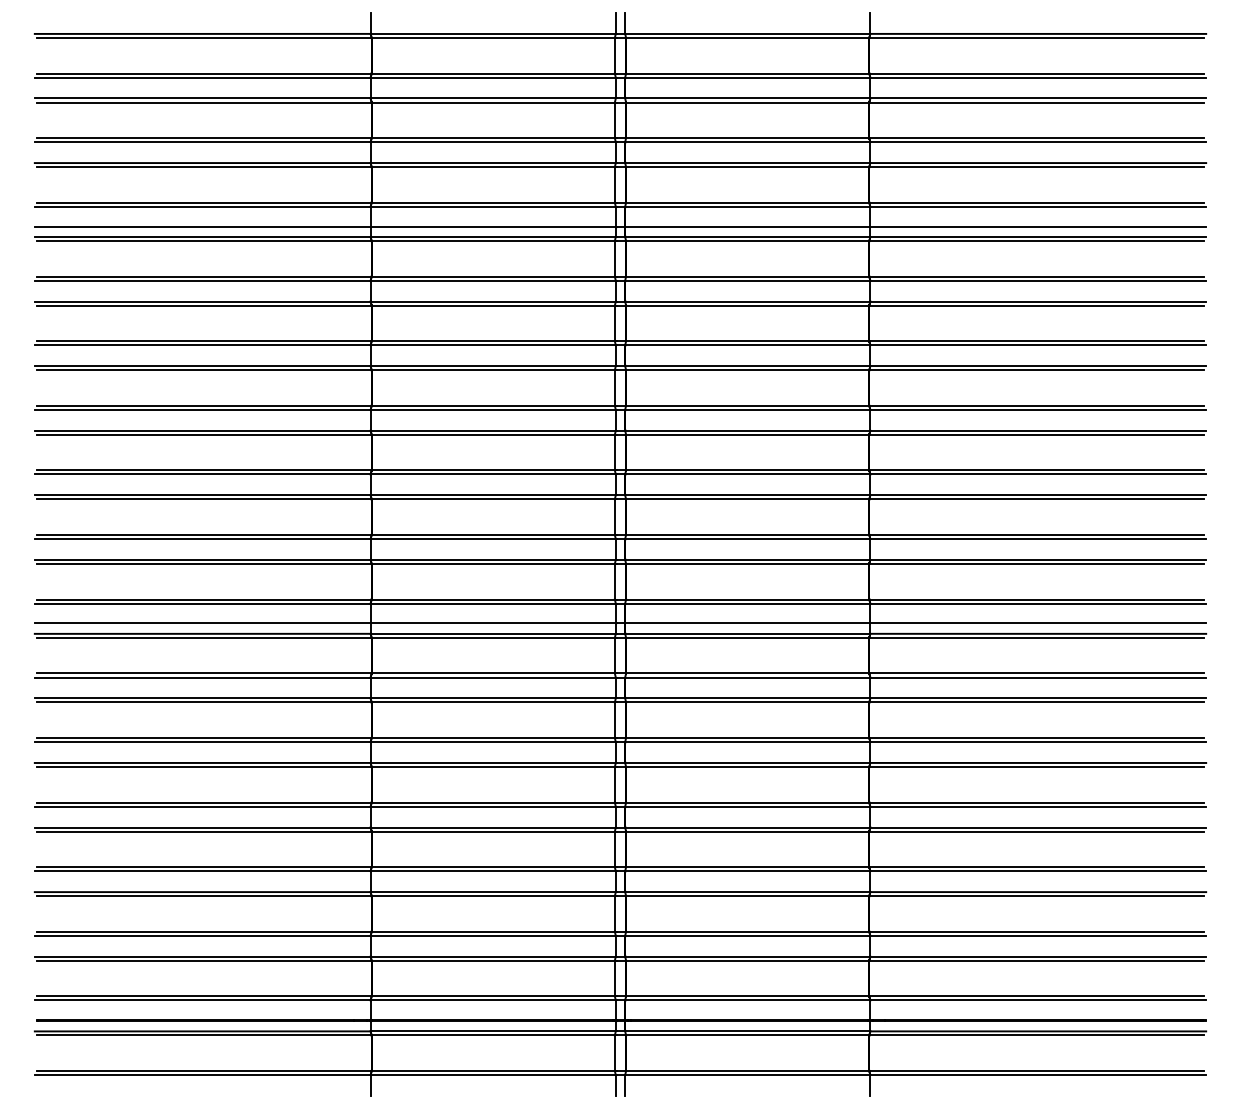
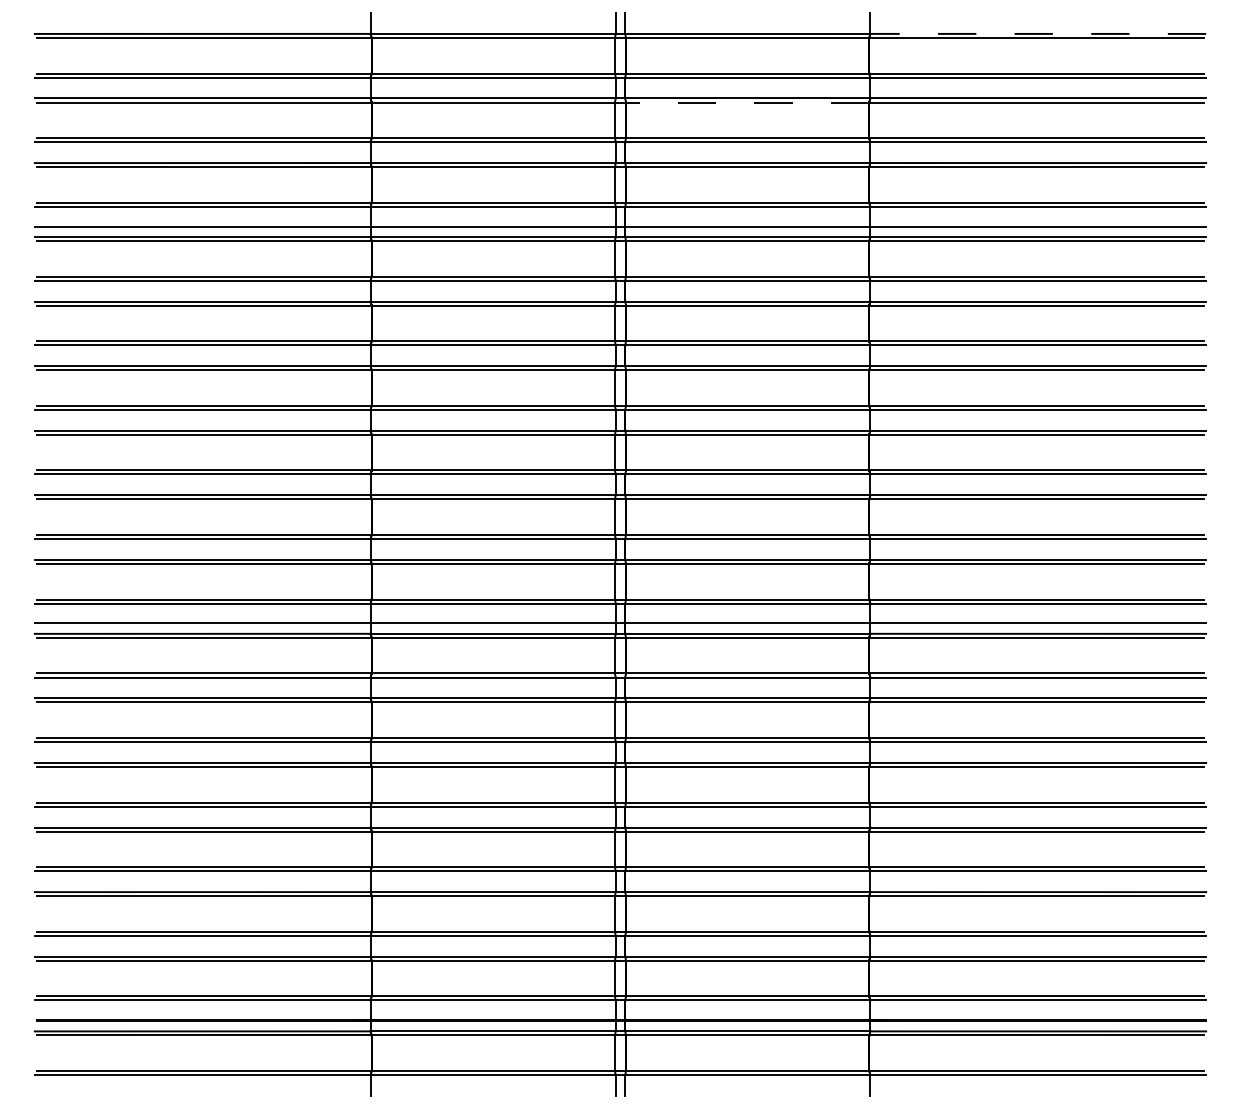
line at (1038, 33): solid -> dashed
line at (747, 102): solid -> dashed
